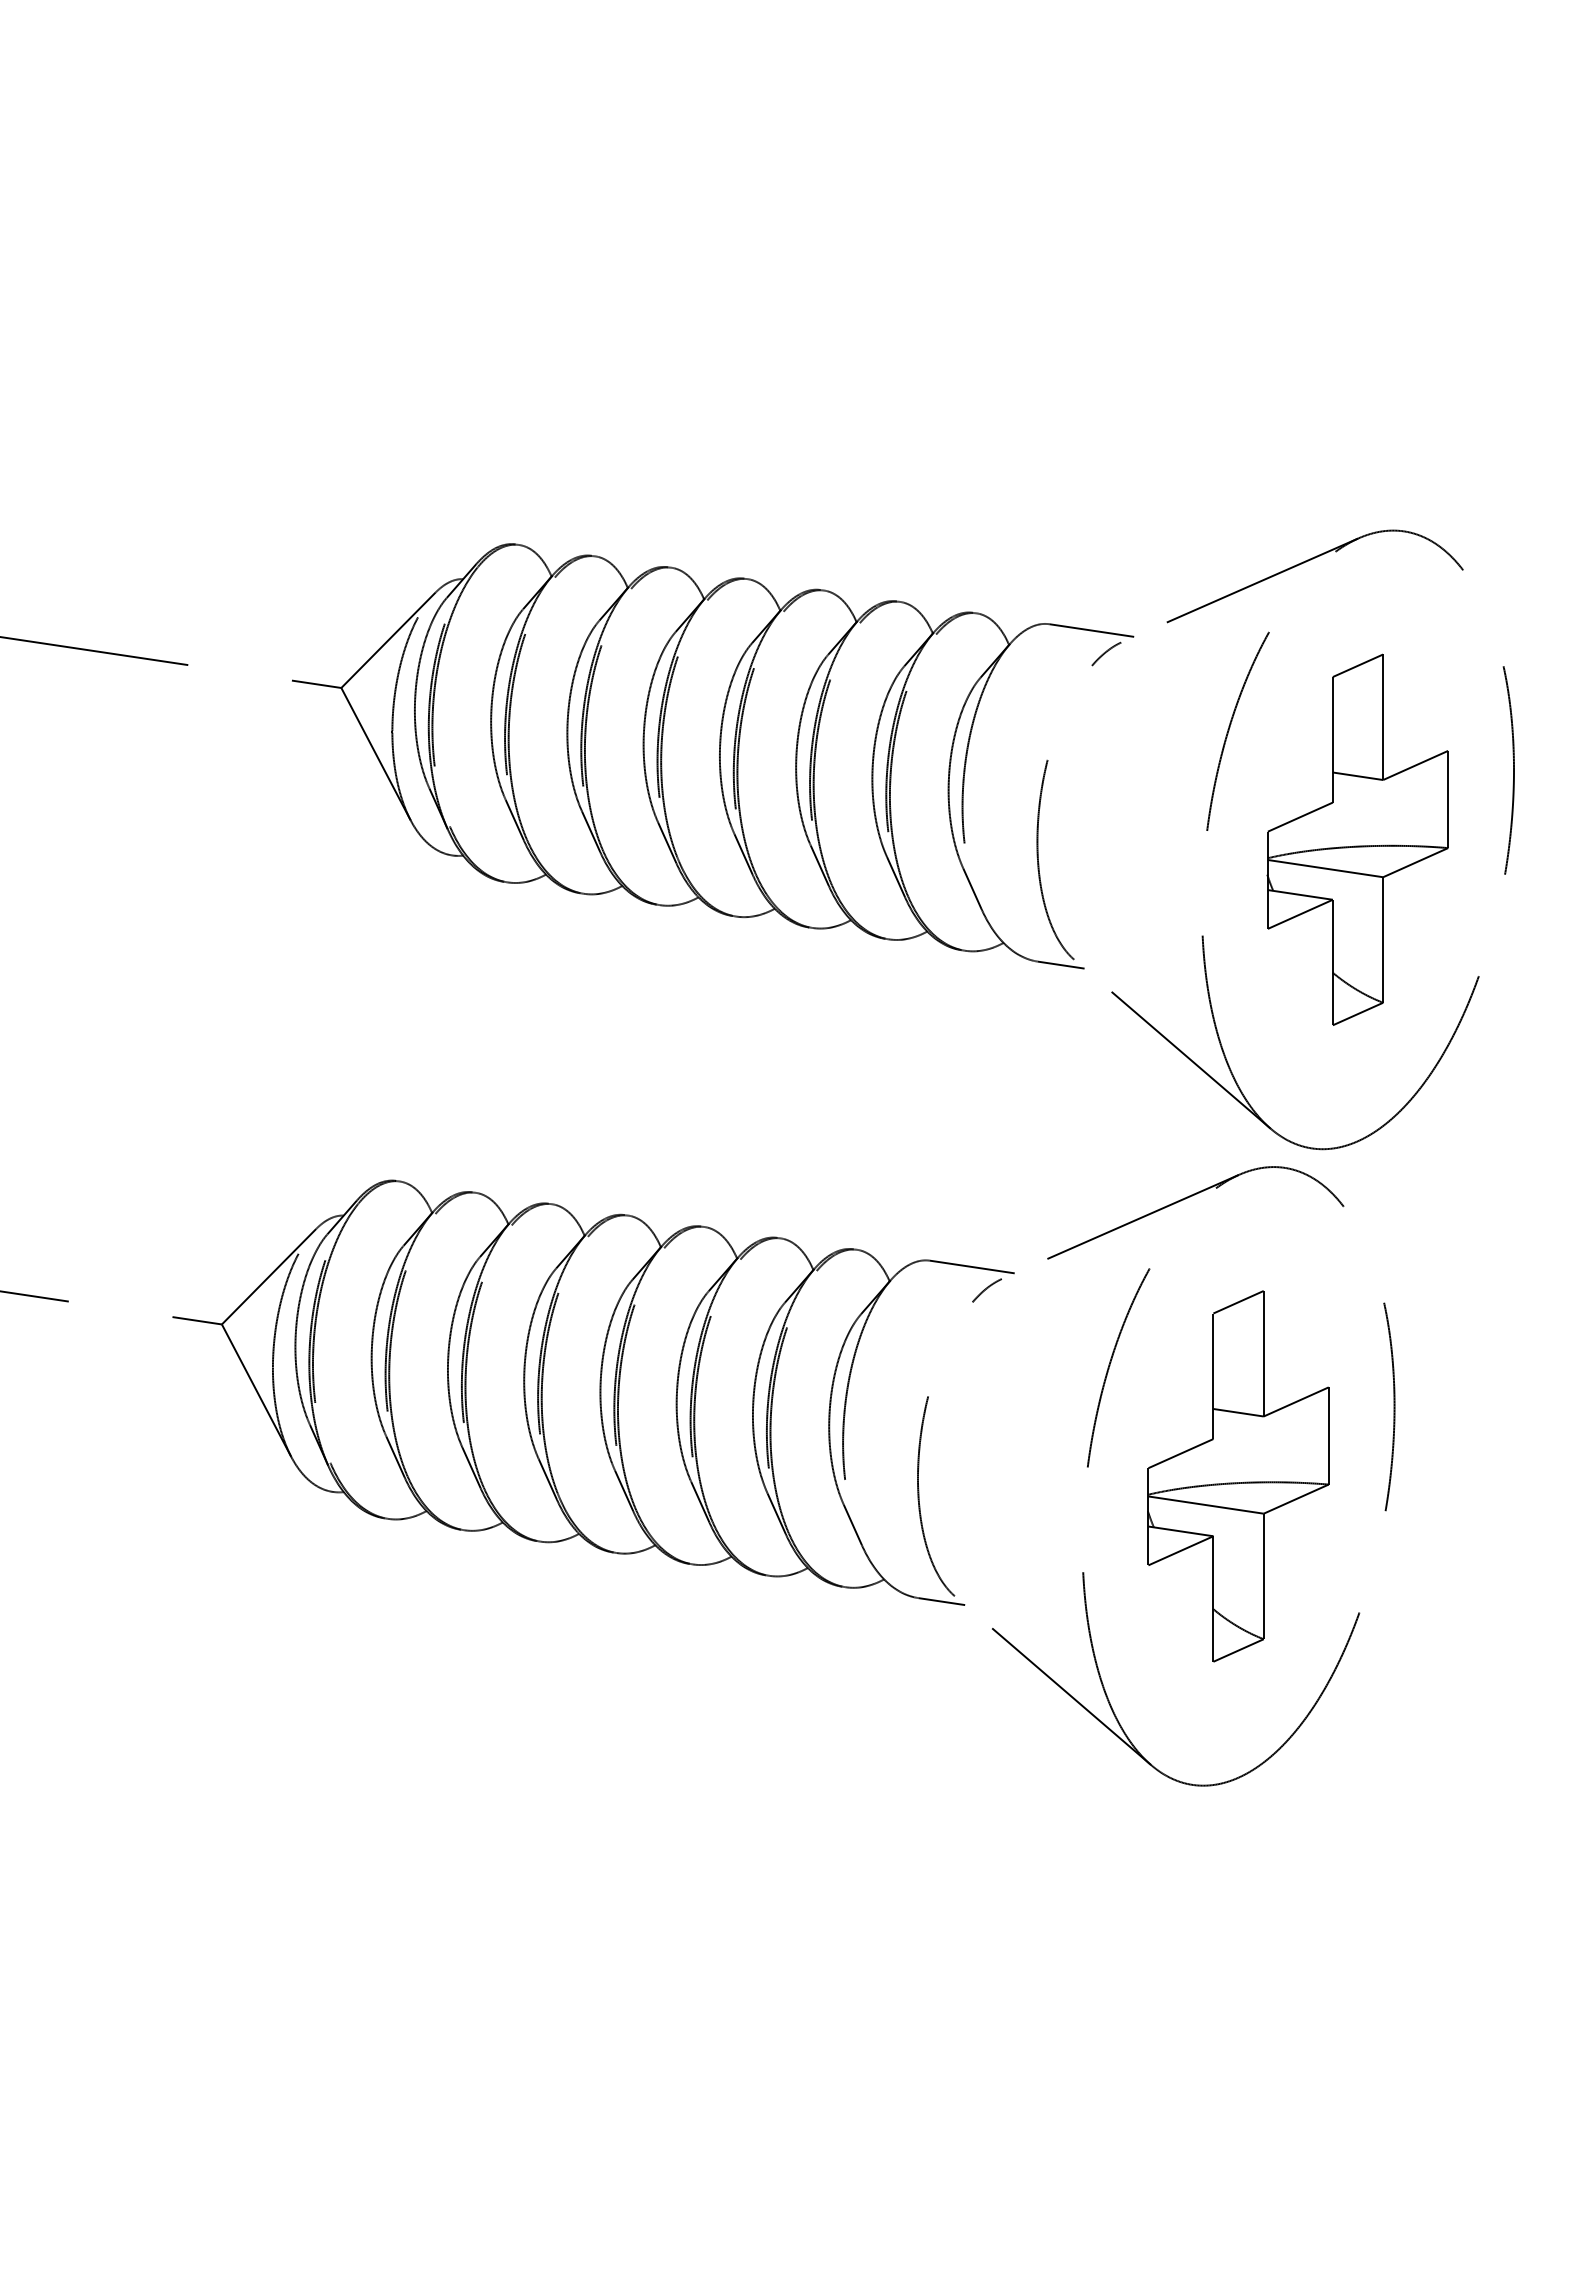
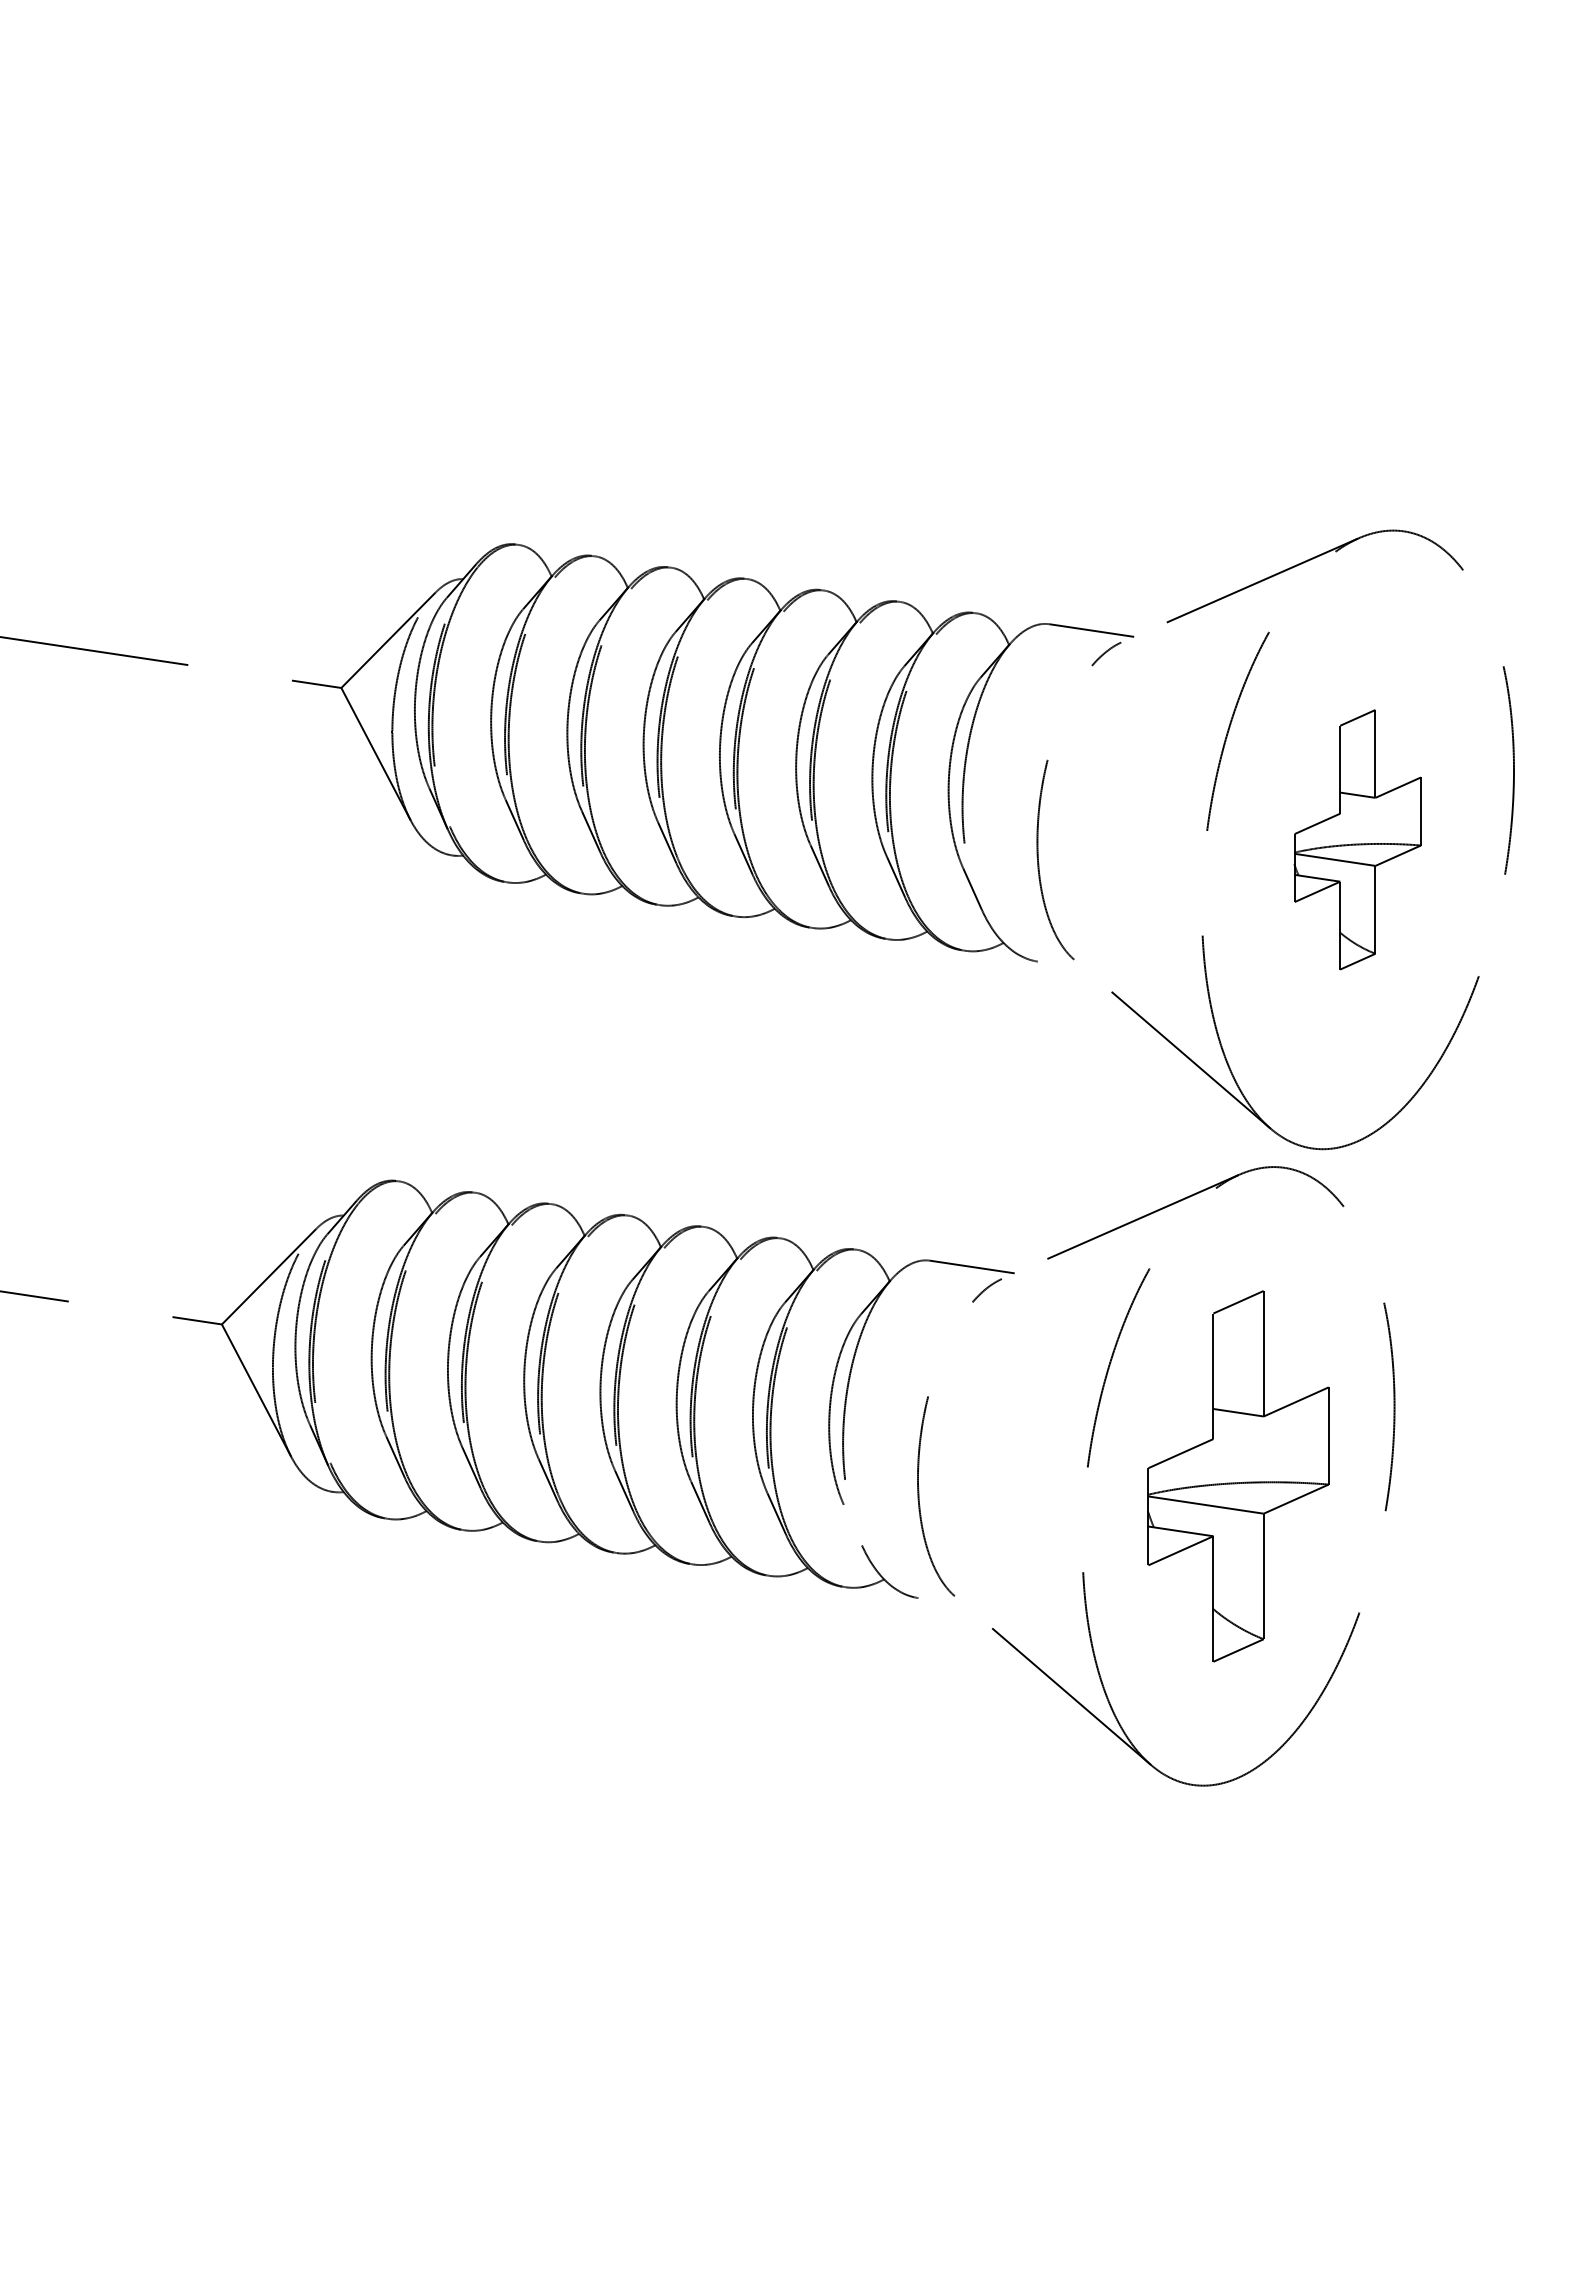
part at (1357, 839) size: 183x373 px -> 129x262 px
line at (1060, 964): present -> none
line at (852, 1524): present -> none
line at (941, 1601): present -> none
